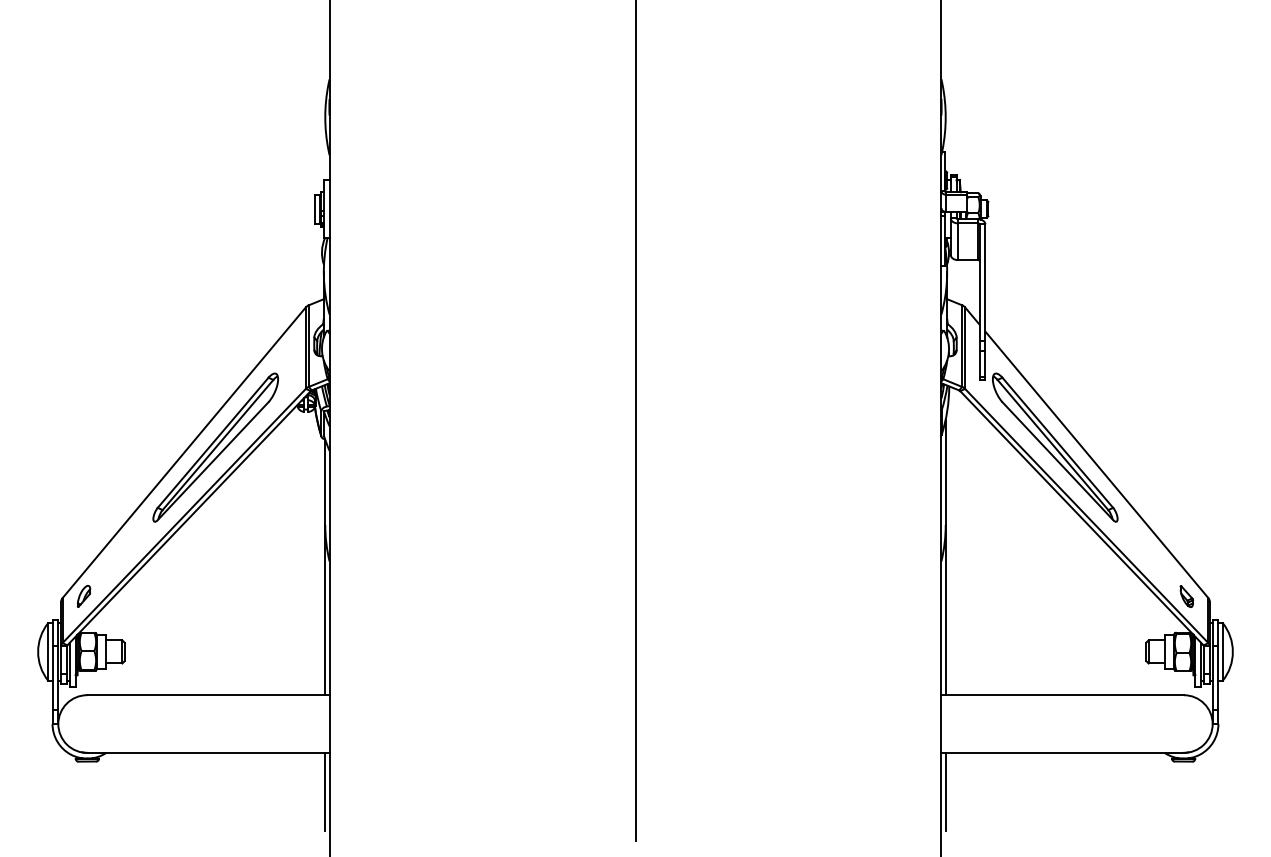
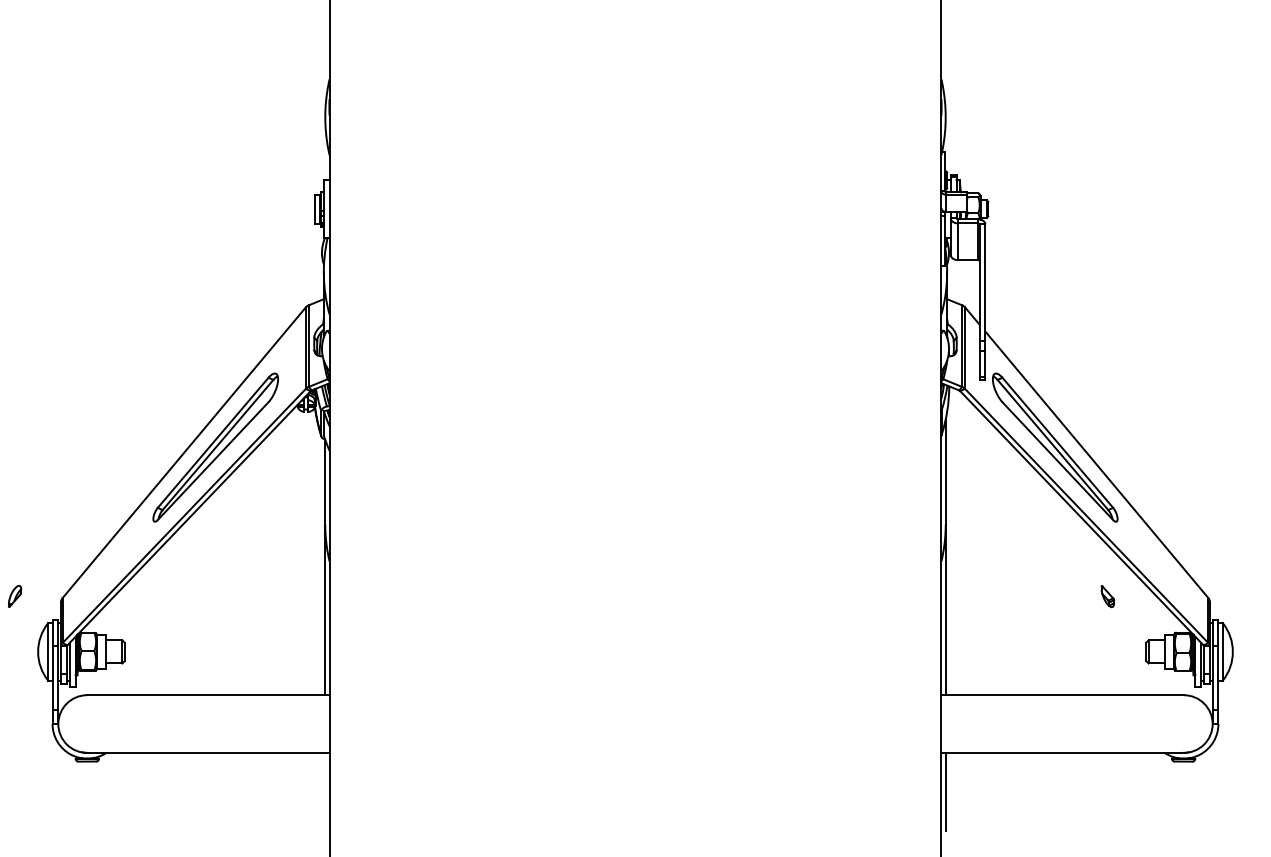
line at (635, 421): present -> none
part at (83, 596) position: (83, 596) -> (14, 596)
part at (1186, 596) position: (1186, 596) -> (1107, 596)
line at (325, 791): present -> none
